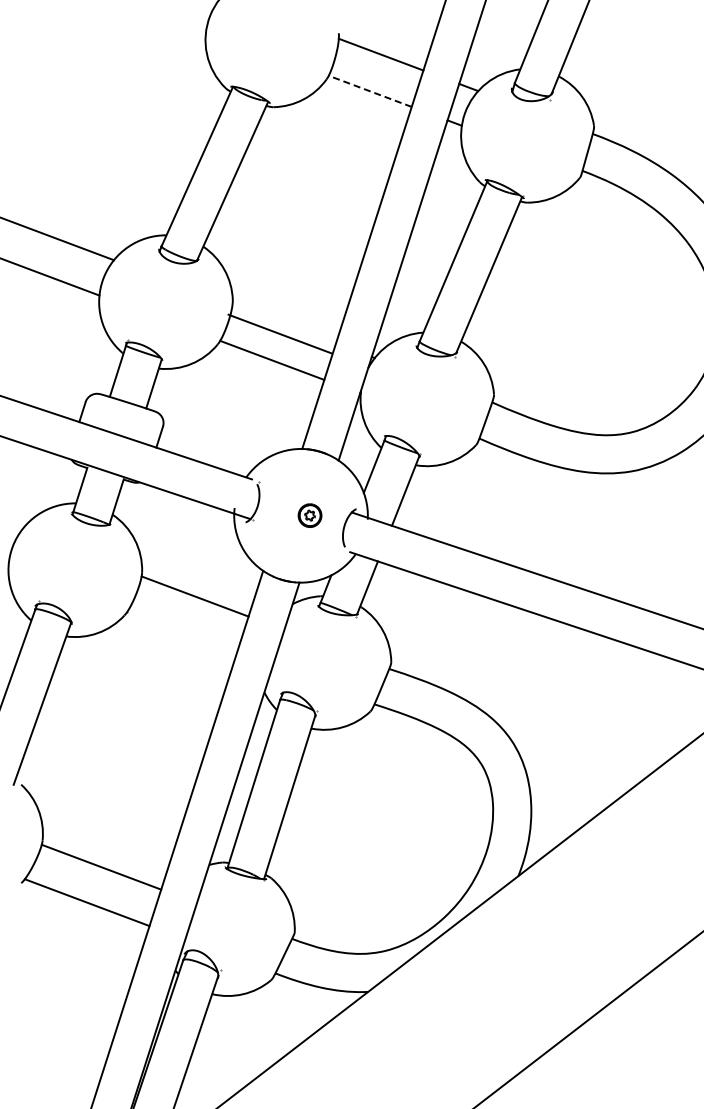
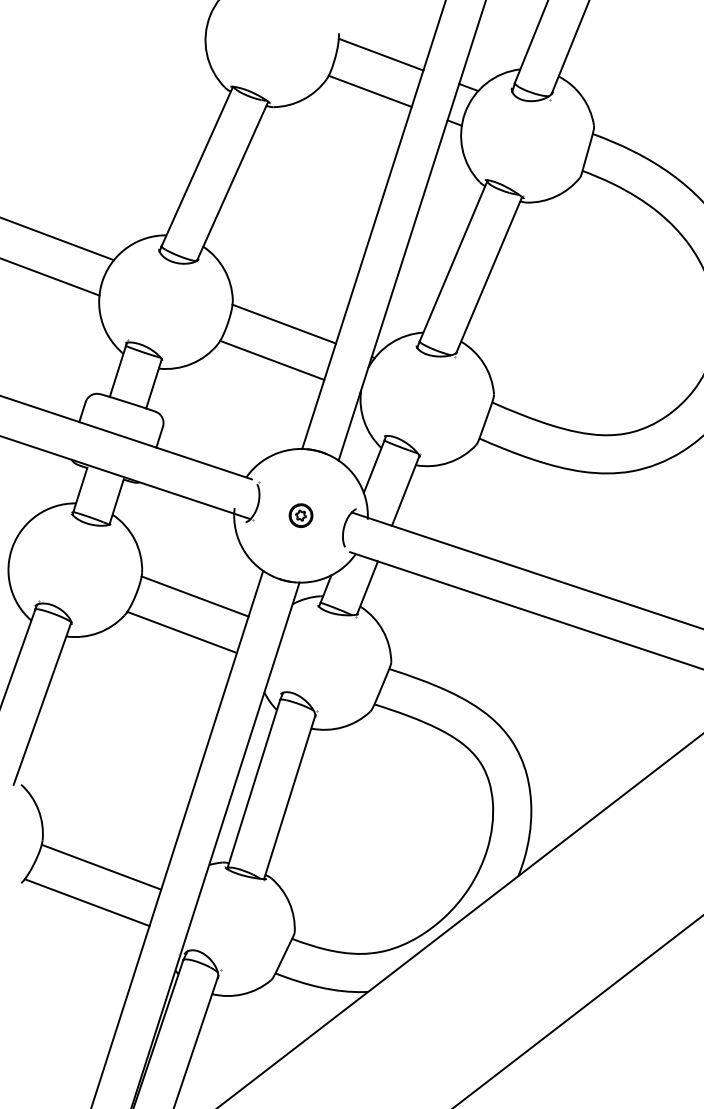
line at (369, 91): dashed -> solid
line at (280, 333) position: (280, 333) -> (284, 323)
part at (309, 515) position: (309, 515) -> (300, 515)
line at (181, 632): none -> present
line at (588, 1019) position: (588, 1019) -> (578, 1011)
